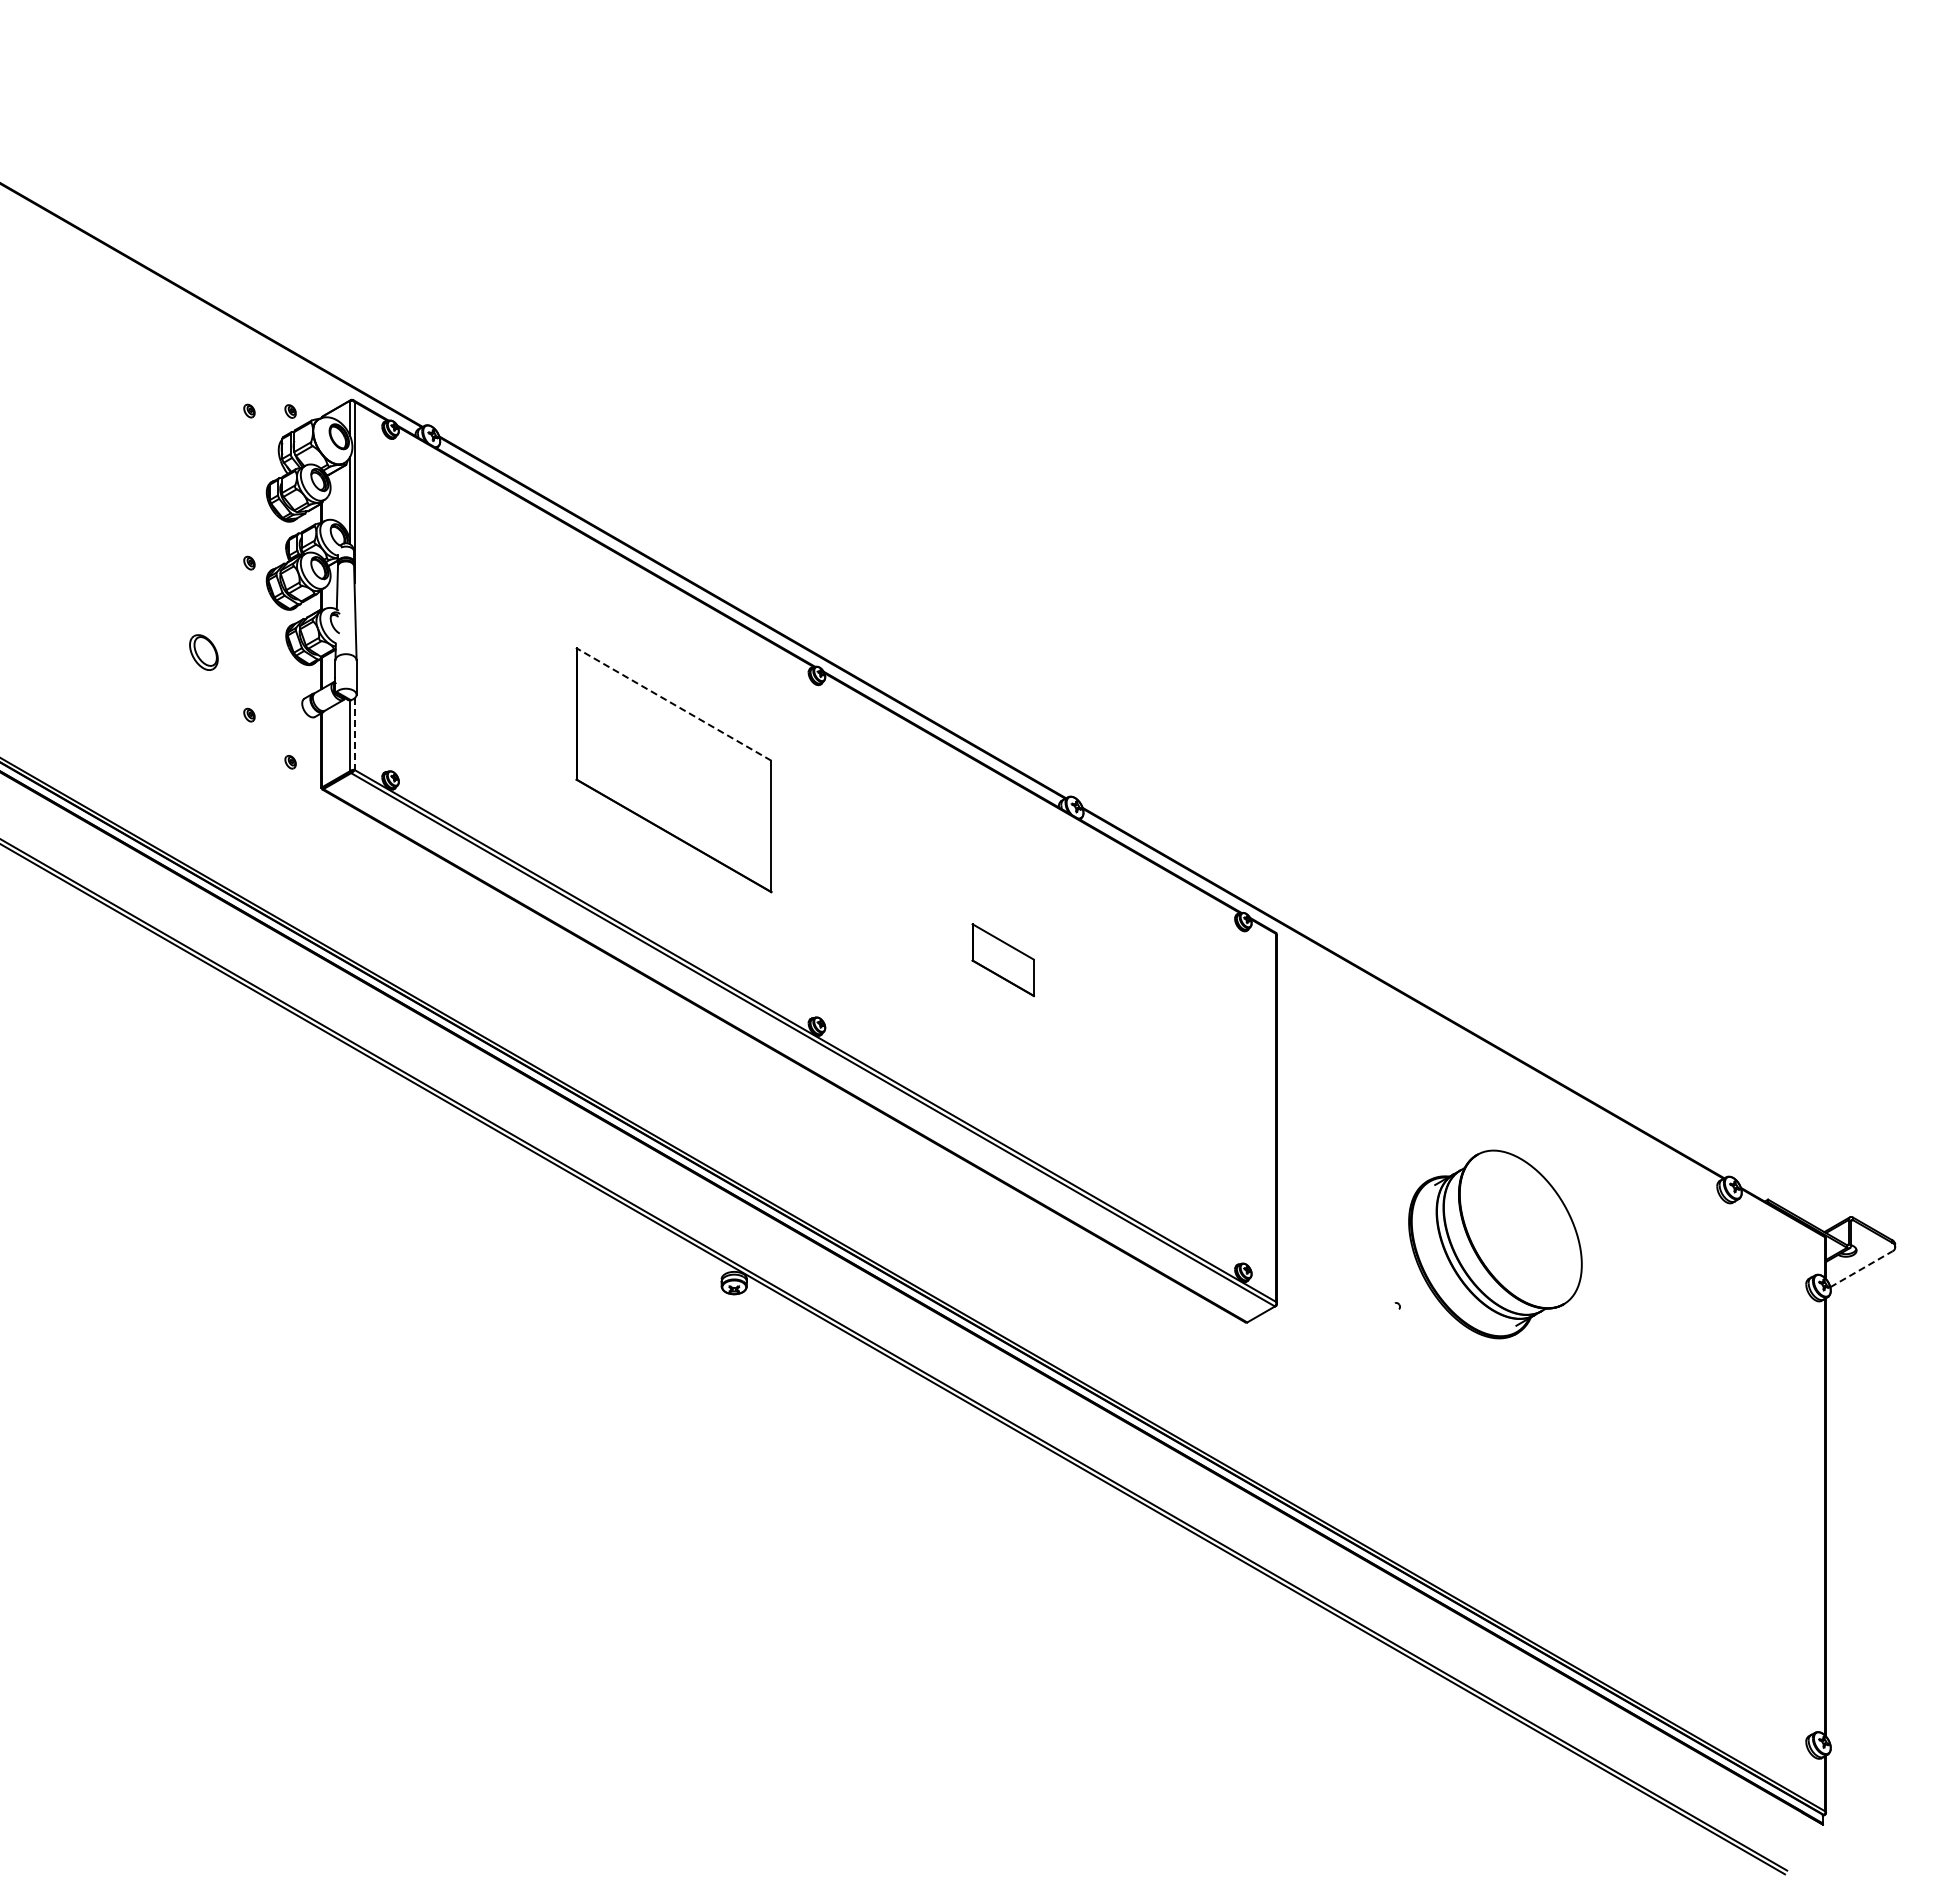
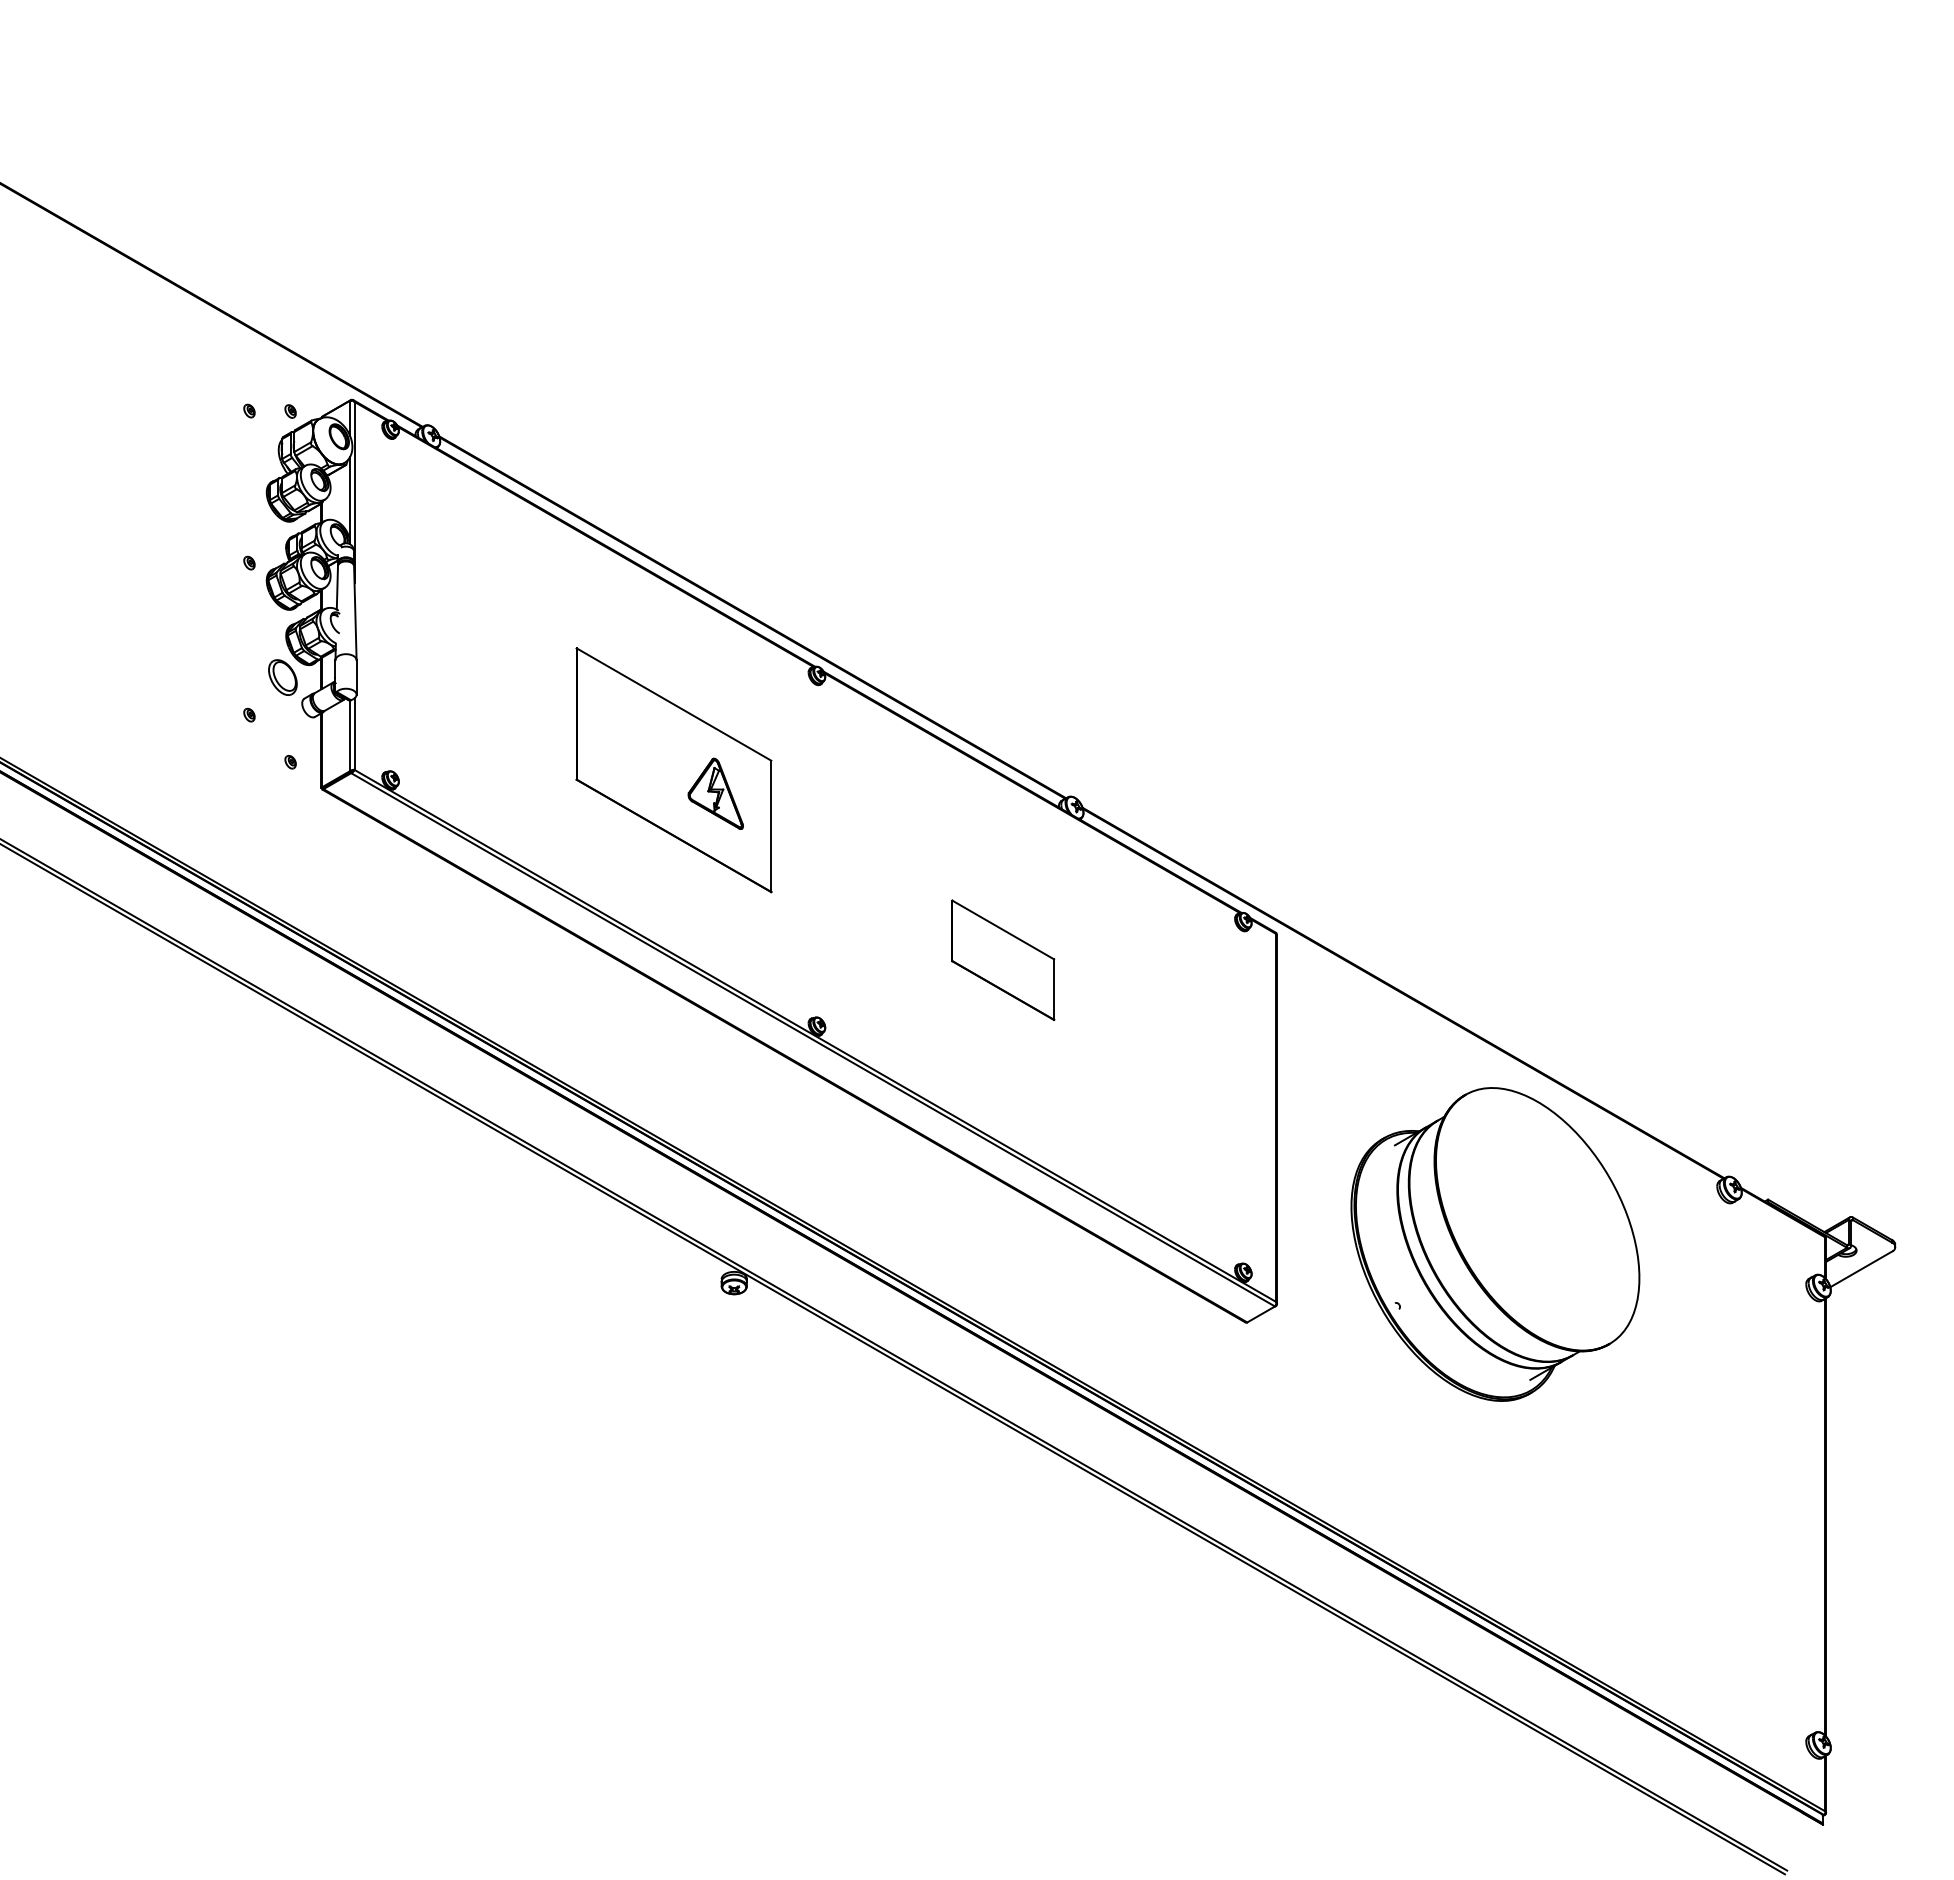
part at (203, 652) position: (203, 652) -> (282, 677)
line at (673, 704): dashed -> solid
line at (354, 734): dashed -> solid
part at (715, 793): none -> present
part at (1002, 959) size: 64x74 px -> 105x122 px
part at (1495, 1244) size: 175x191 px -> 291x315 px
line at (1861, 1269): dashed -> solid
